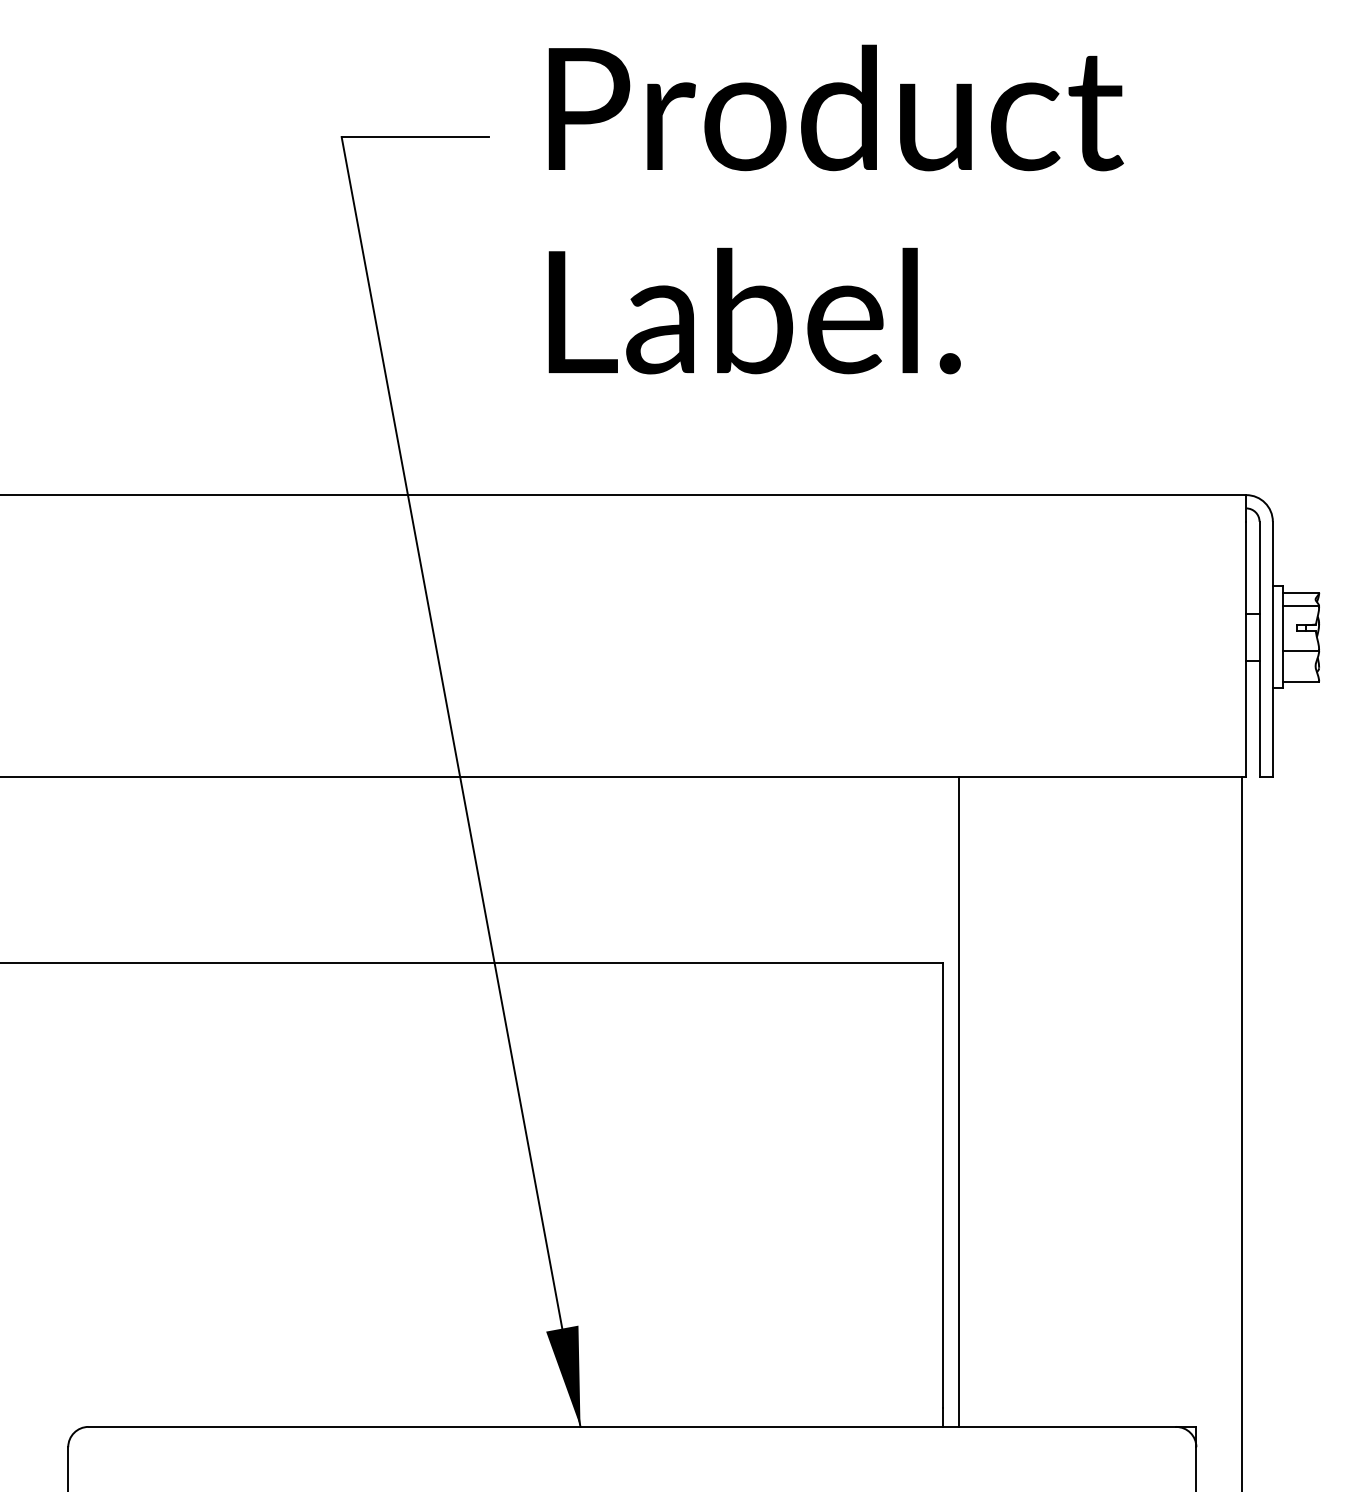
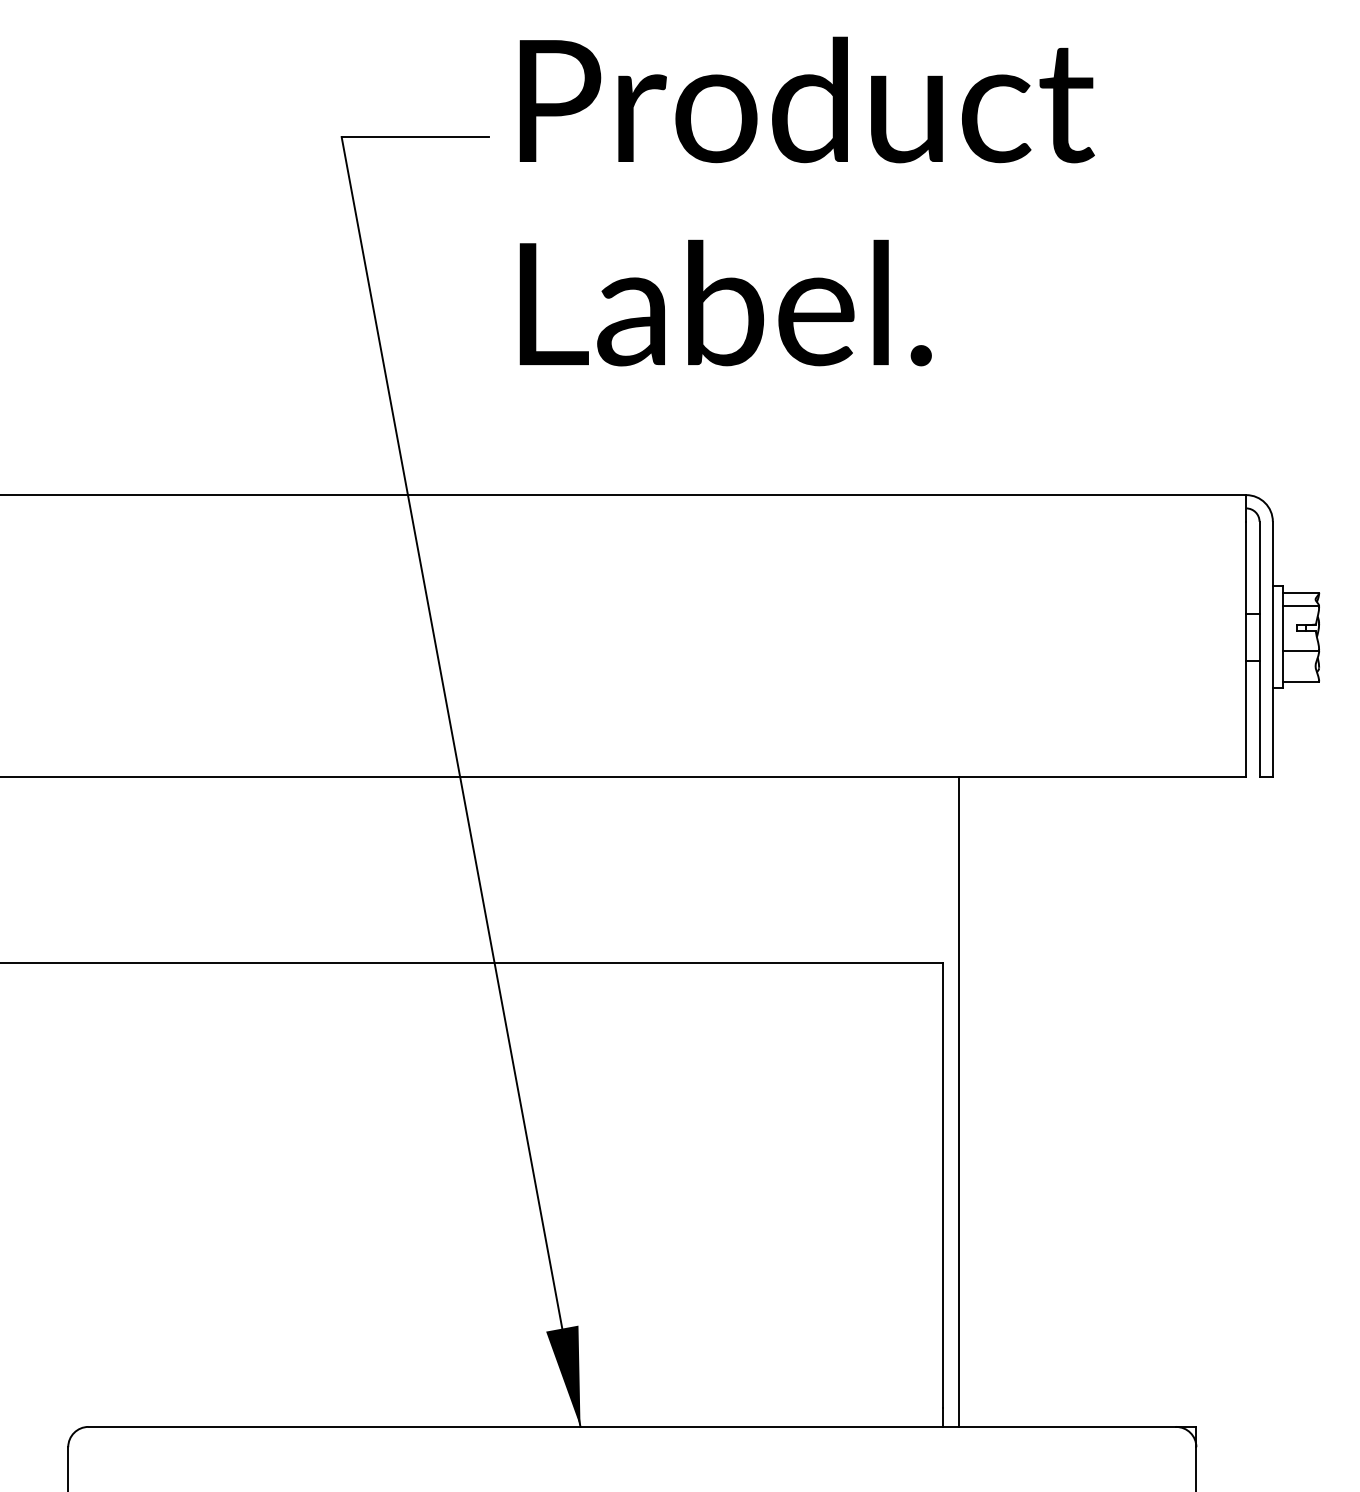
text at (835, 209) position: (835, 209) -> (806, 201)
line at (1241, 1132): present -> none
